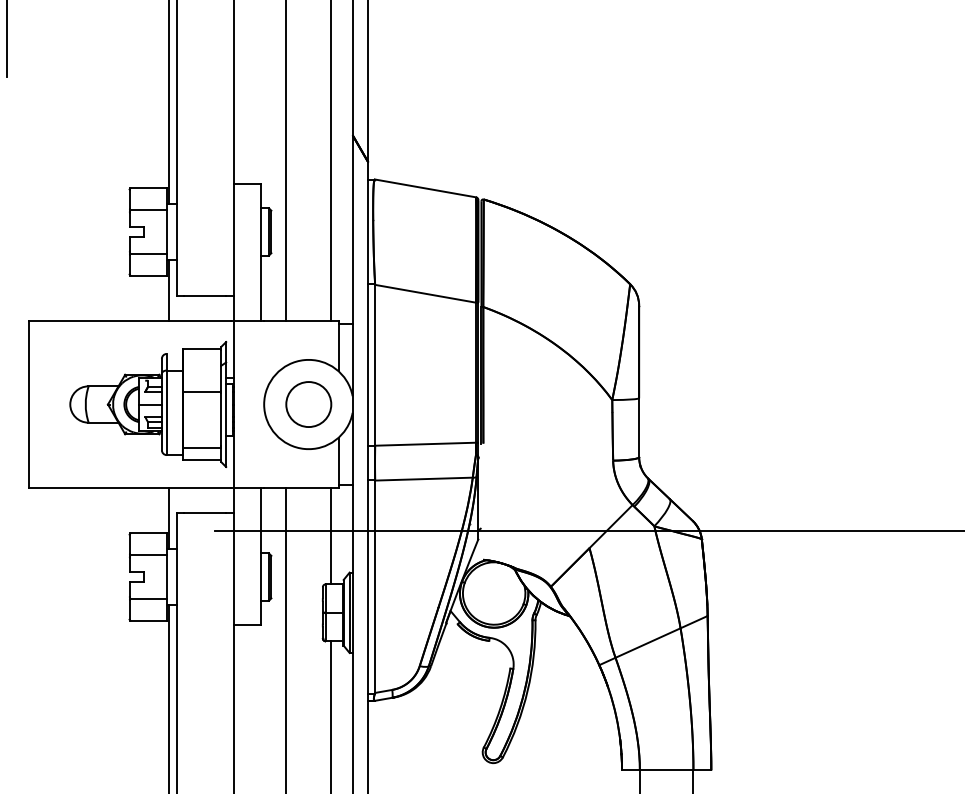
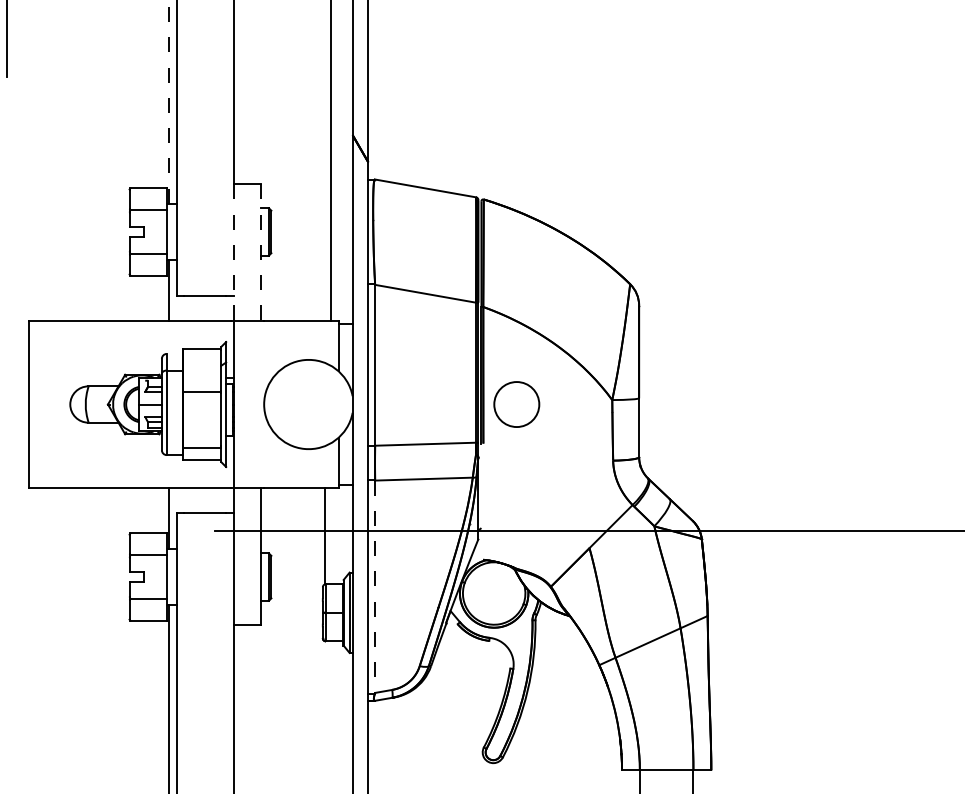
line at (169, 101): solid -> dashed
line at (286, 161): present -> none
line at (233, 253): solid -> dashed
line at (261, 253): solid -> dashed
circle at (308, 404) position: (308, 404) -> (516, 404)
line at (330, 535) position: (330, 535) -> (324, 535)
line at (375, 587): solid -> dashed
line at (286, 638): present -> none
line at (330, 715): present -> none
